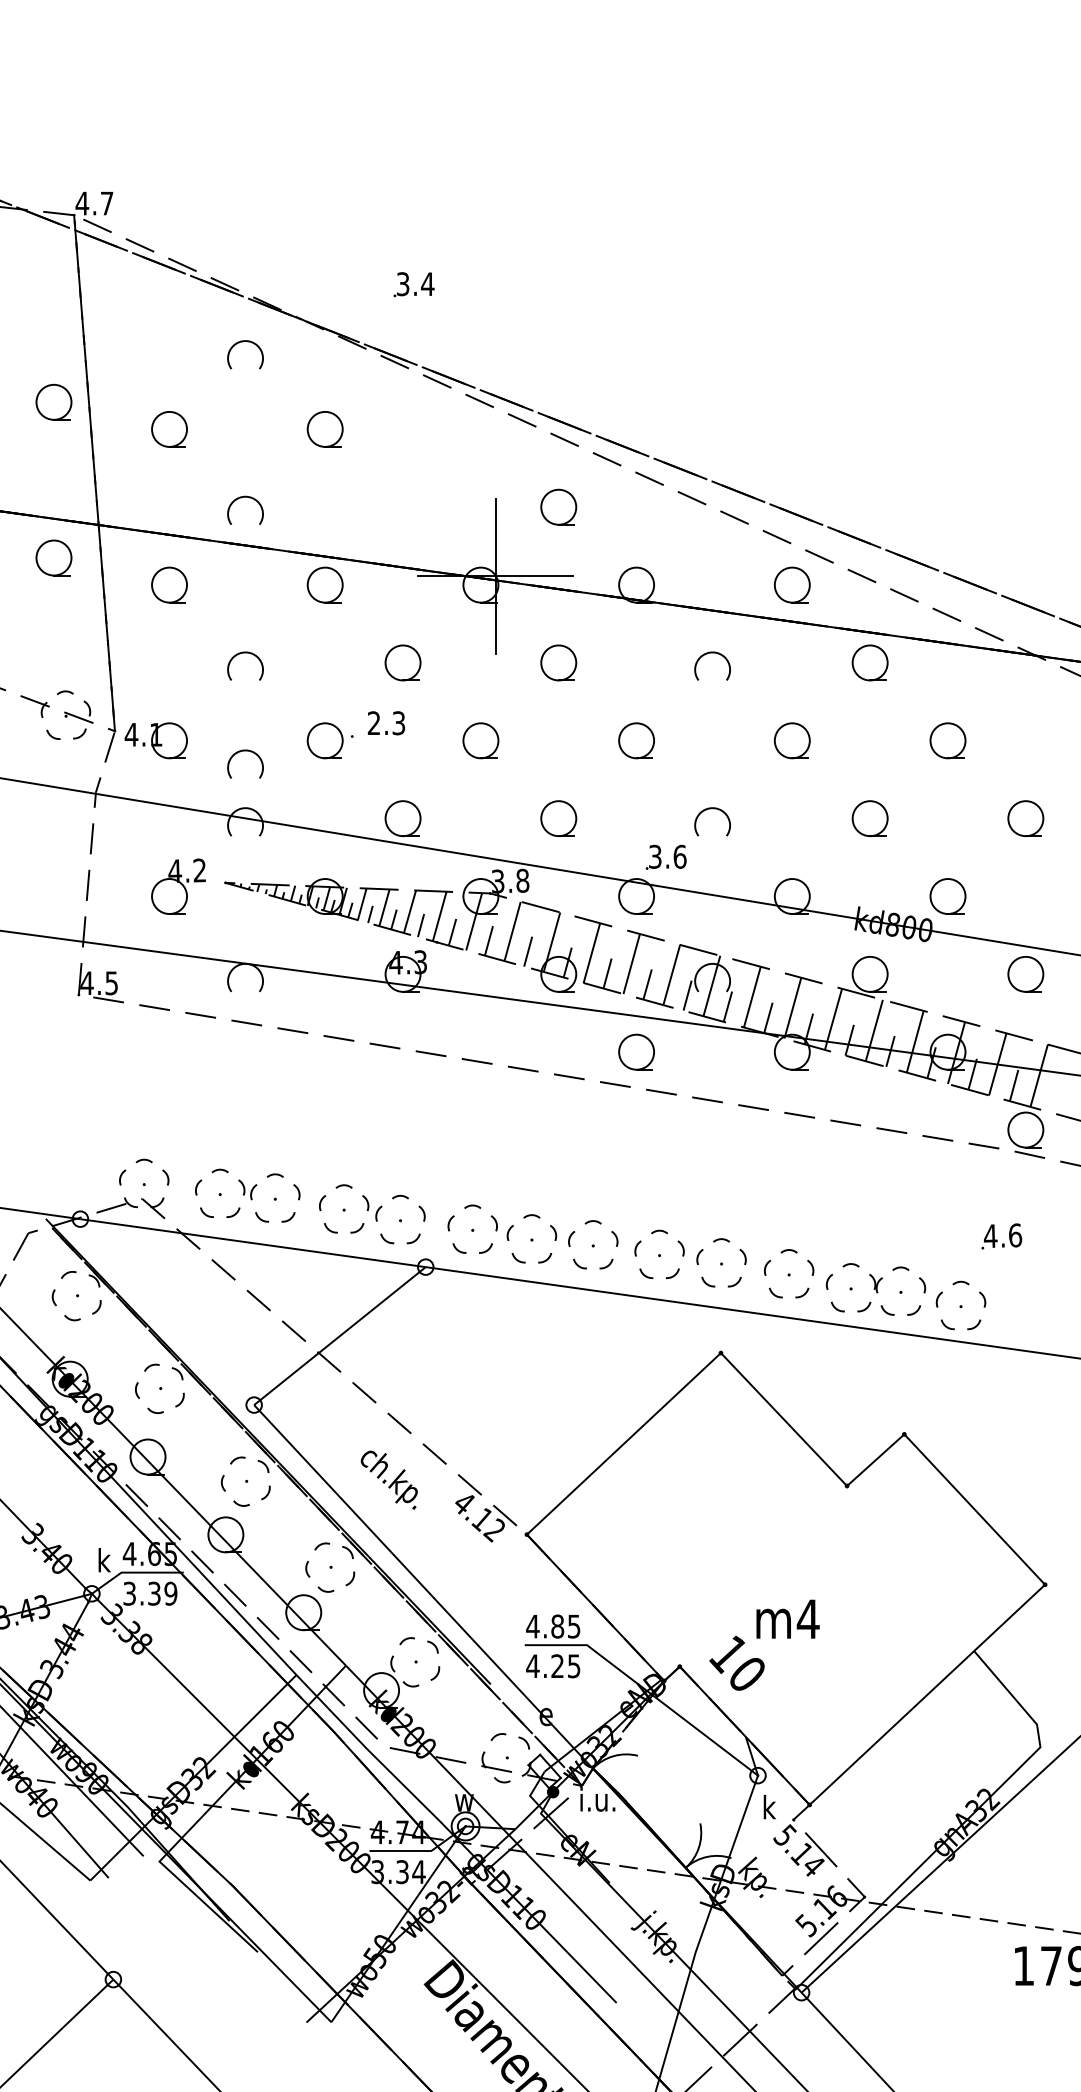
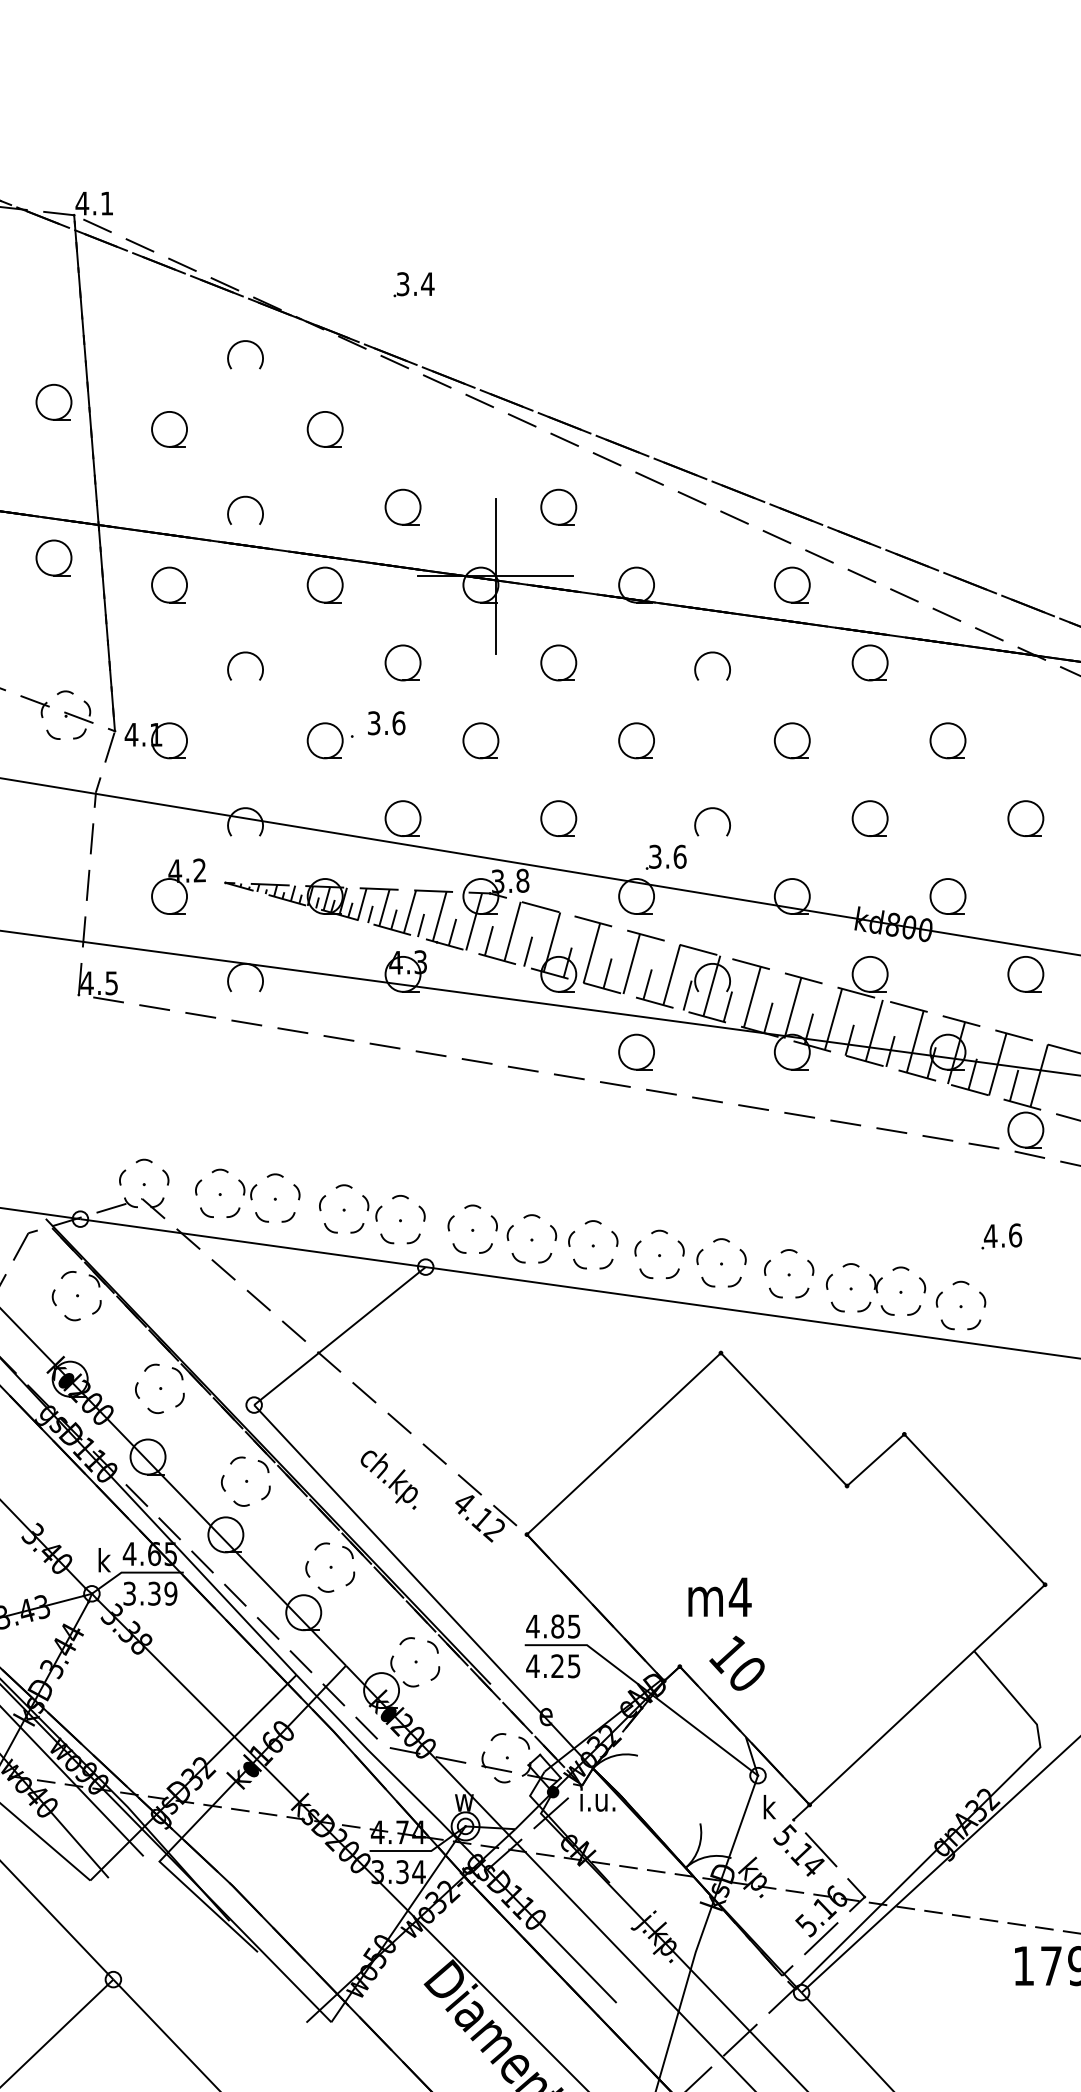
text at (107, 203): 4.7 -> 4.1
part at (402, 506): none -> present
text at (386, 723): 2.3 -> 3.6
part at (245, 751): present -> none
text at (787, 1618) position: (787, 1618) -> (719, 1596)
